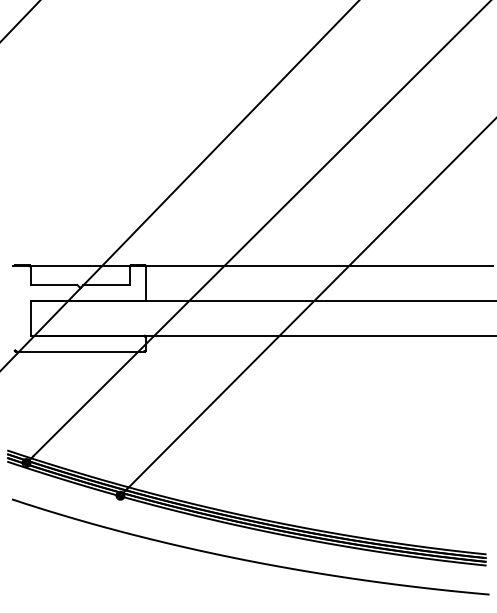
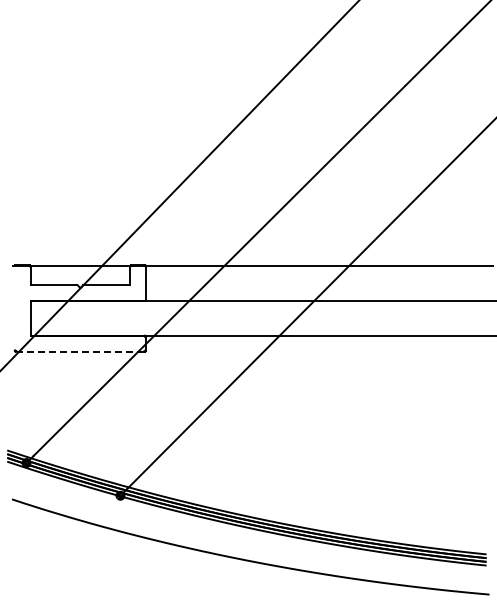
line at (20, 20): present -> none
line at (80, 351): solid -> dashed
